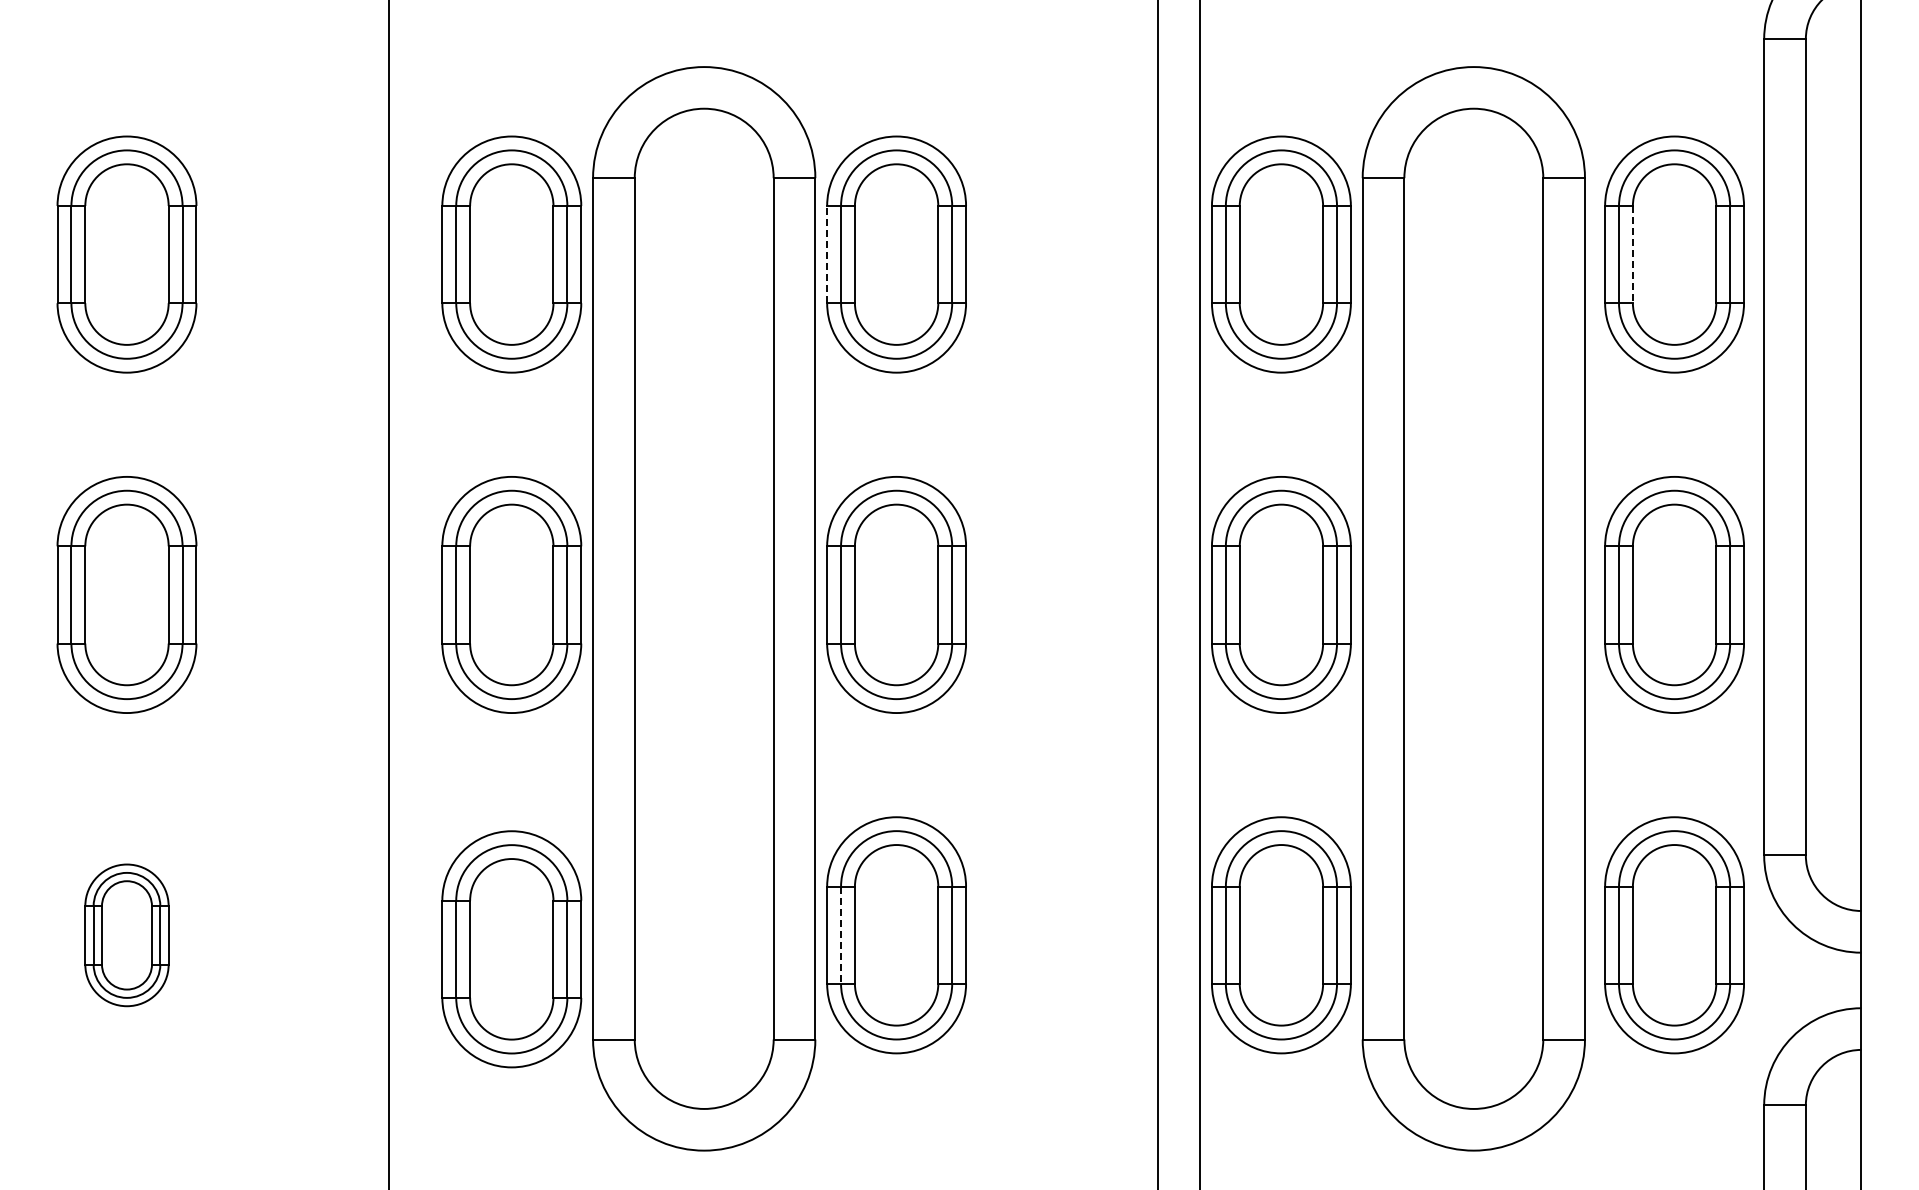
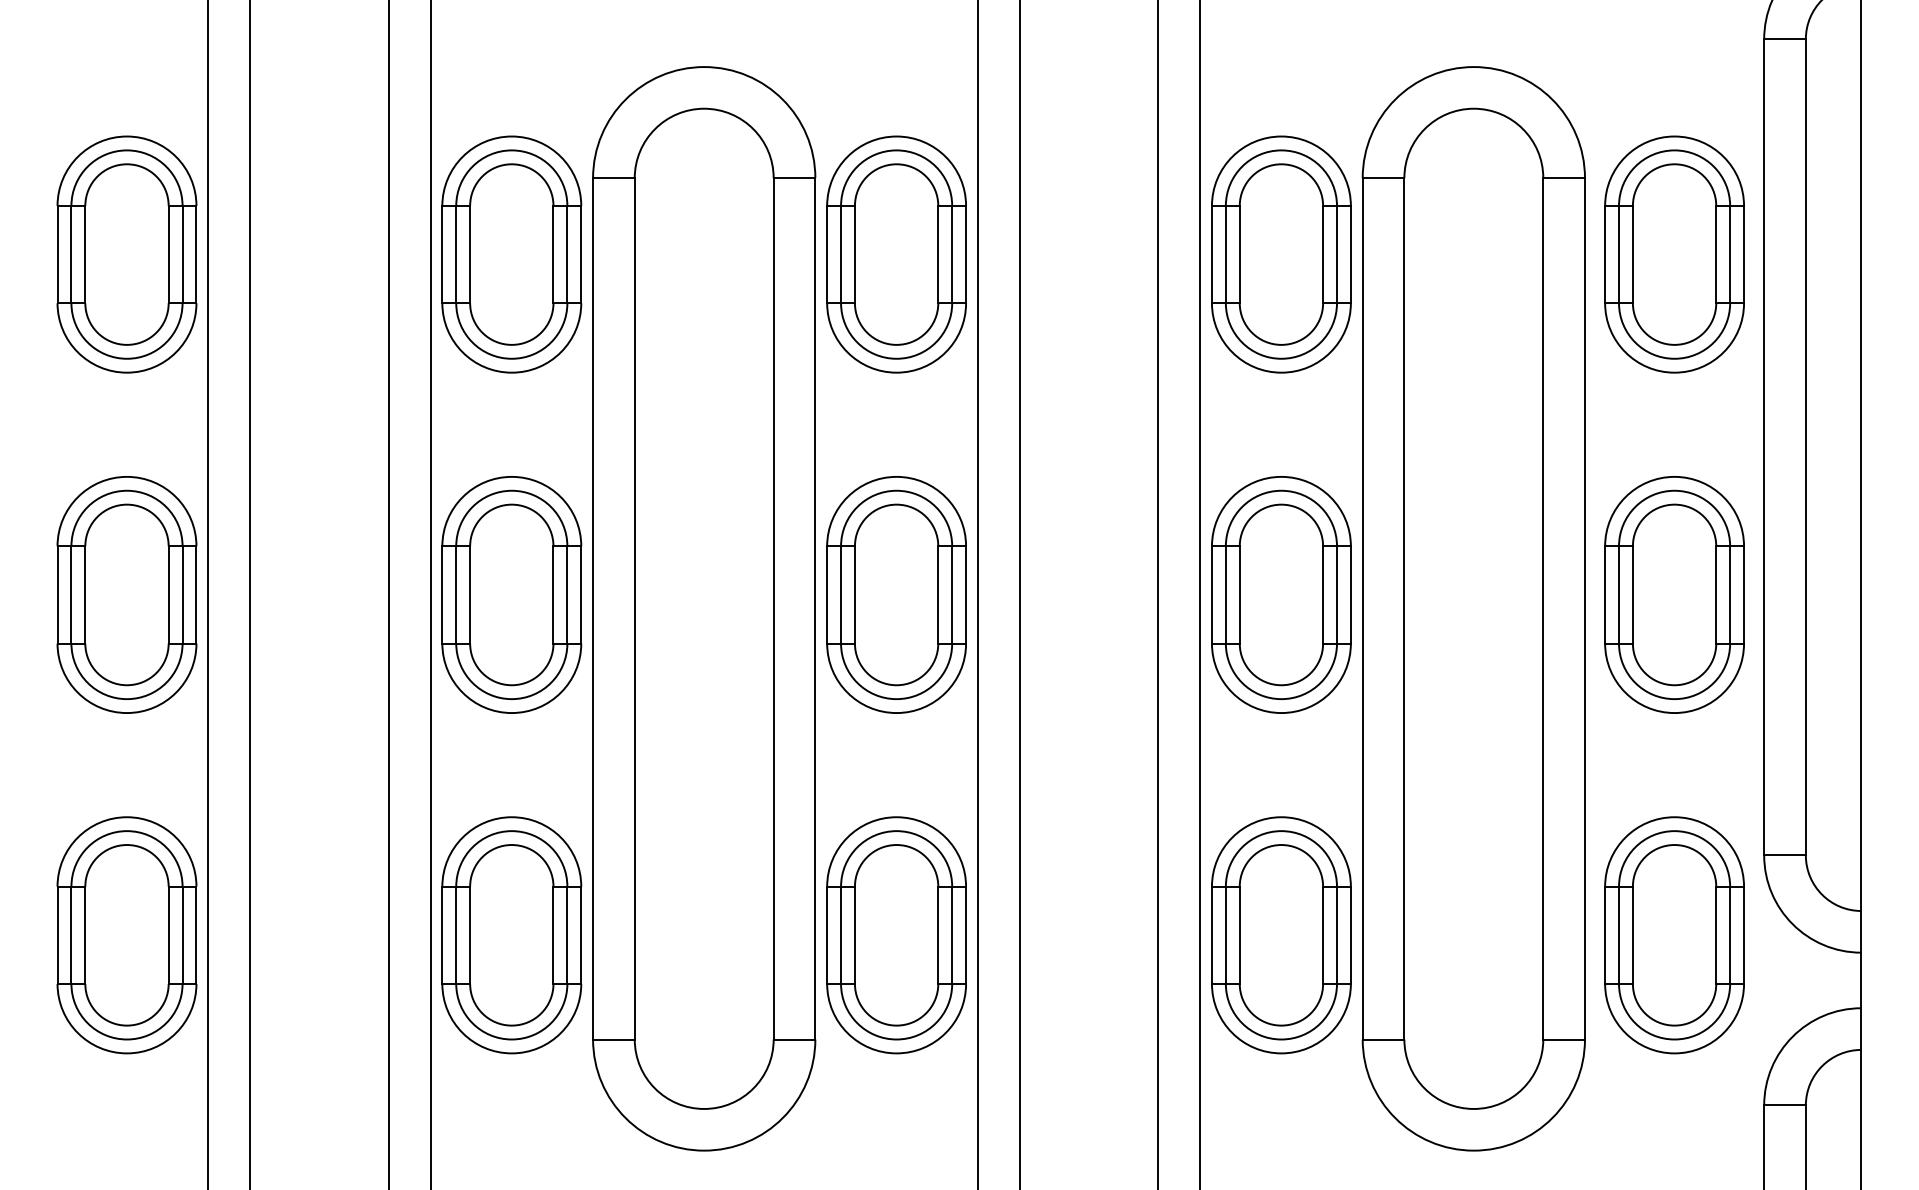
line at (827, 254): dashed -> solid
line at (1632, 254): dashed -> solid
line at (208, 594): none -> present
line at (249, 594): none -> present
line at (430, 594): none -> present
line at (977, 594): none -> present
line at (1019, 594): none -> present
part at (126, 935) size: 86x145 px -> 142x239 px
line at (841, 935): dashed -> solid
part at (511, 949) position: (511, 949) -> (511, 935)
